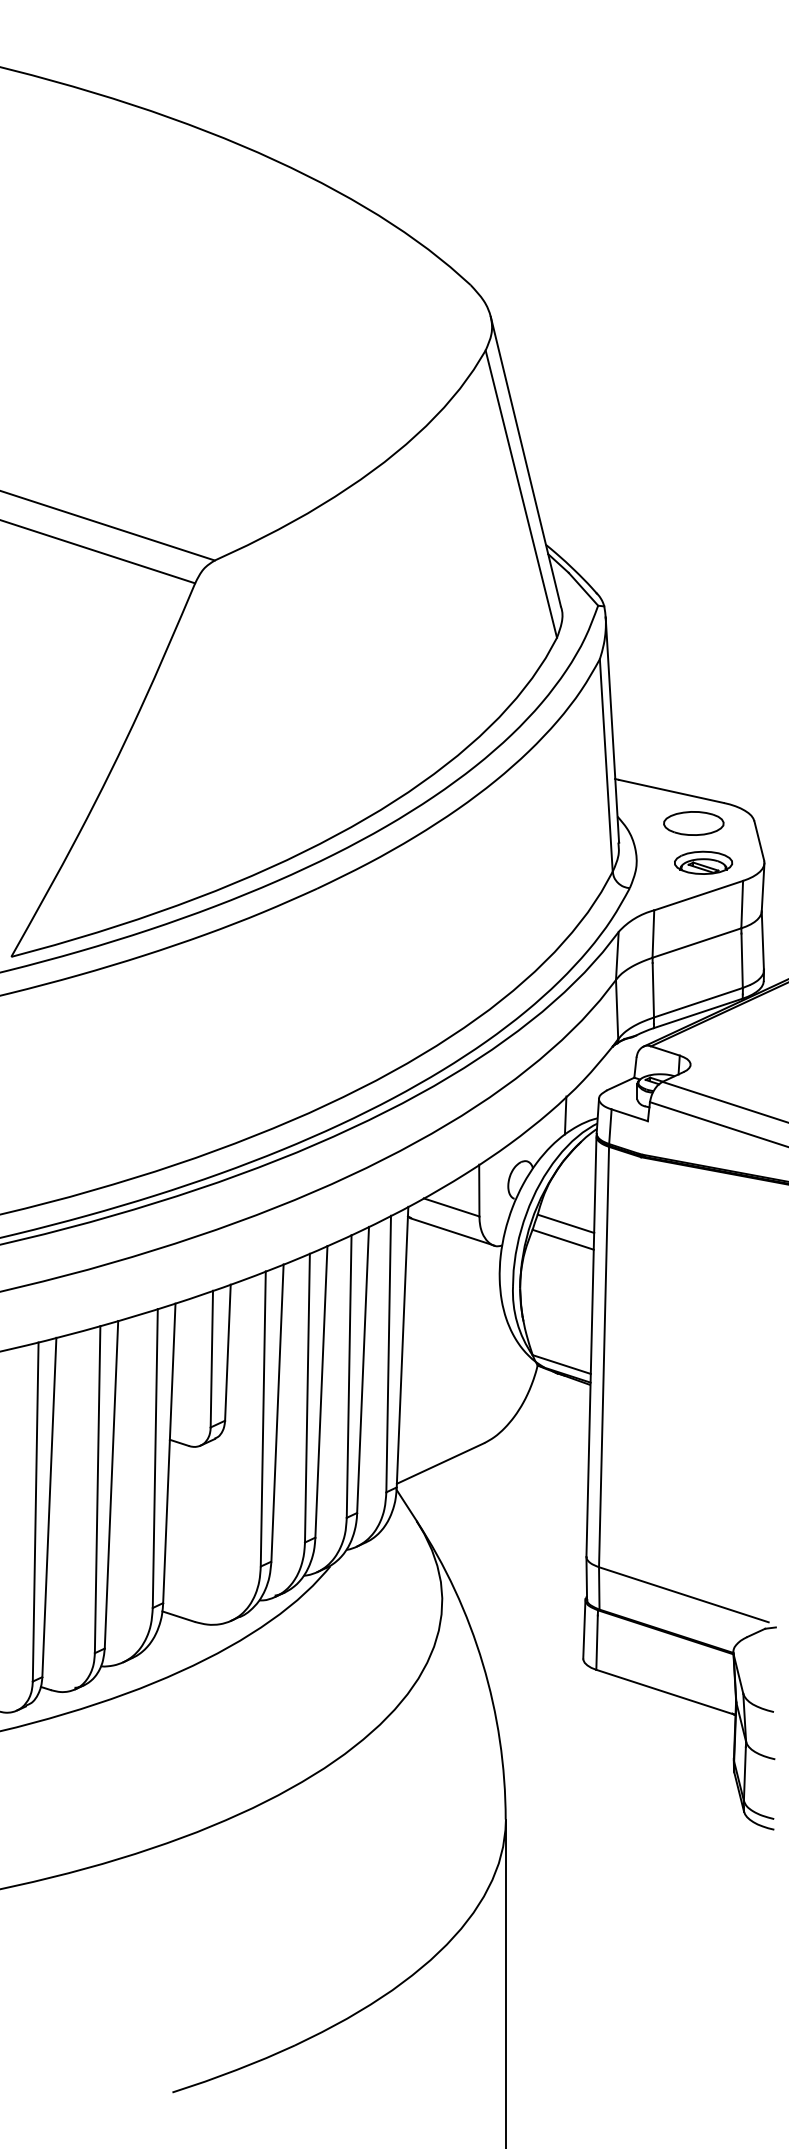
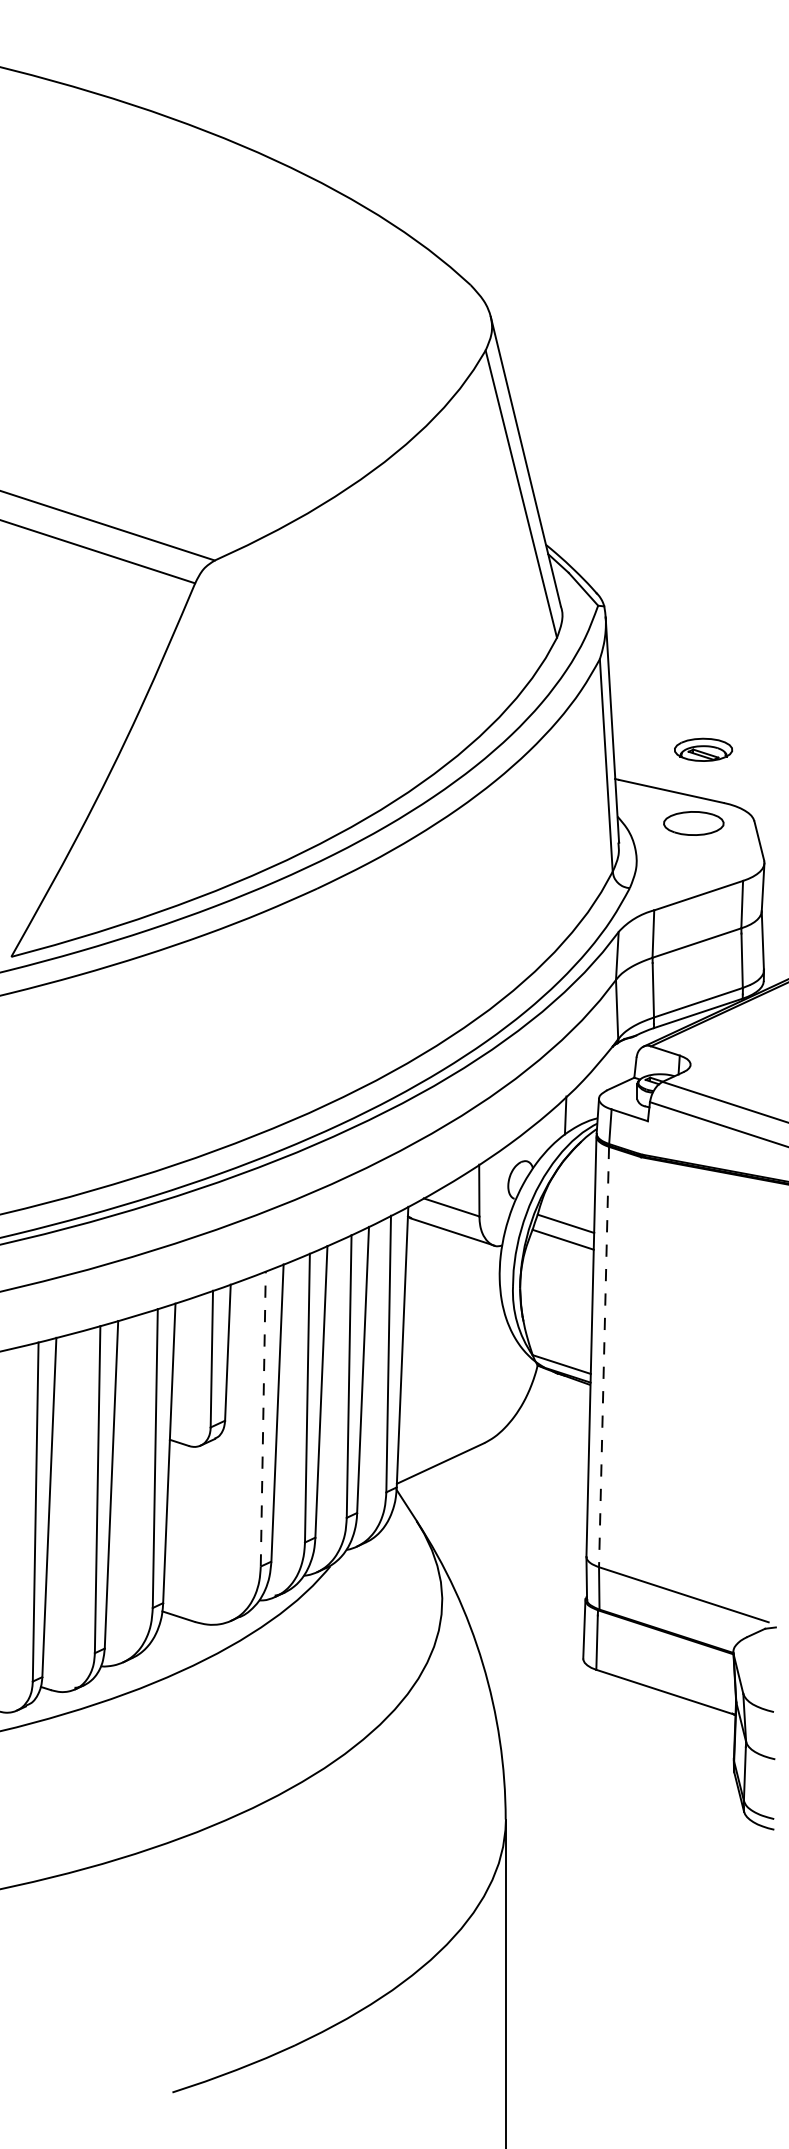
part at (703, 862) position: (703, 862) -> (703, 749)
line at (604, 1357): solid -> dashed
line at (263, 1418): solid -> dashed
